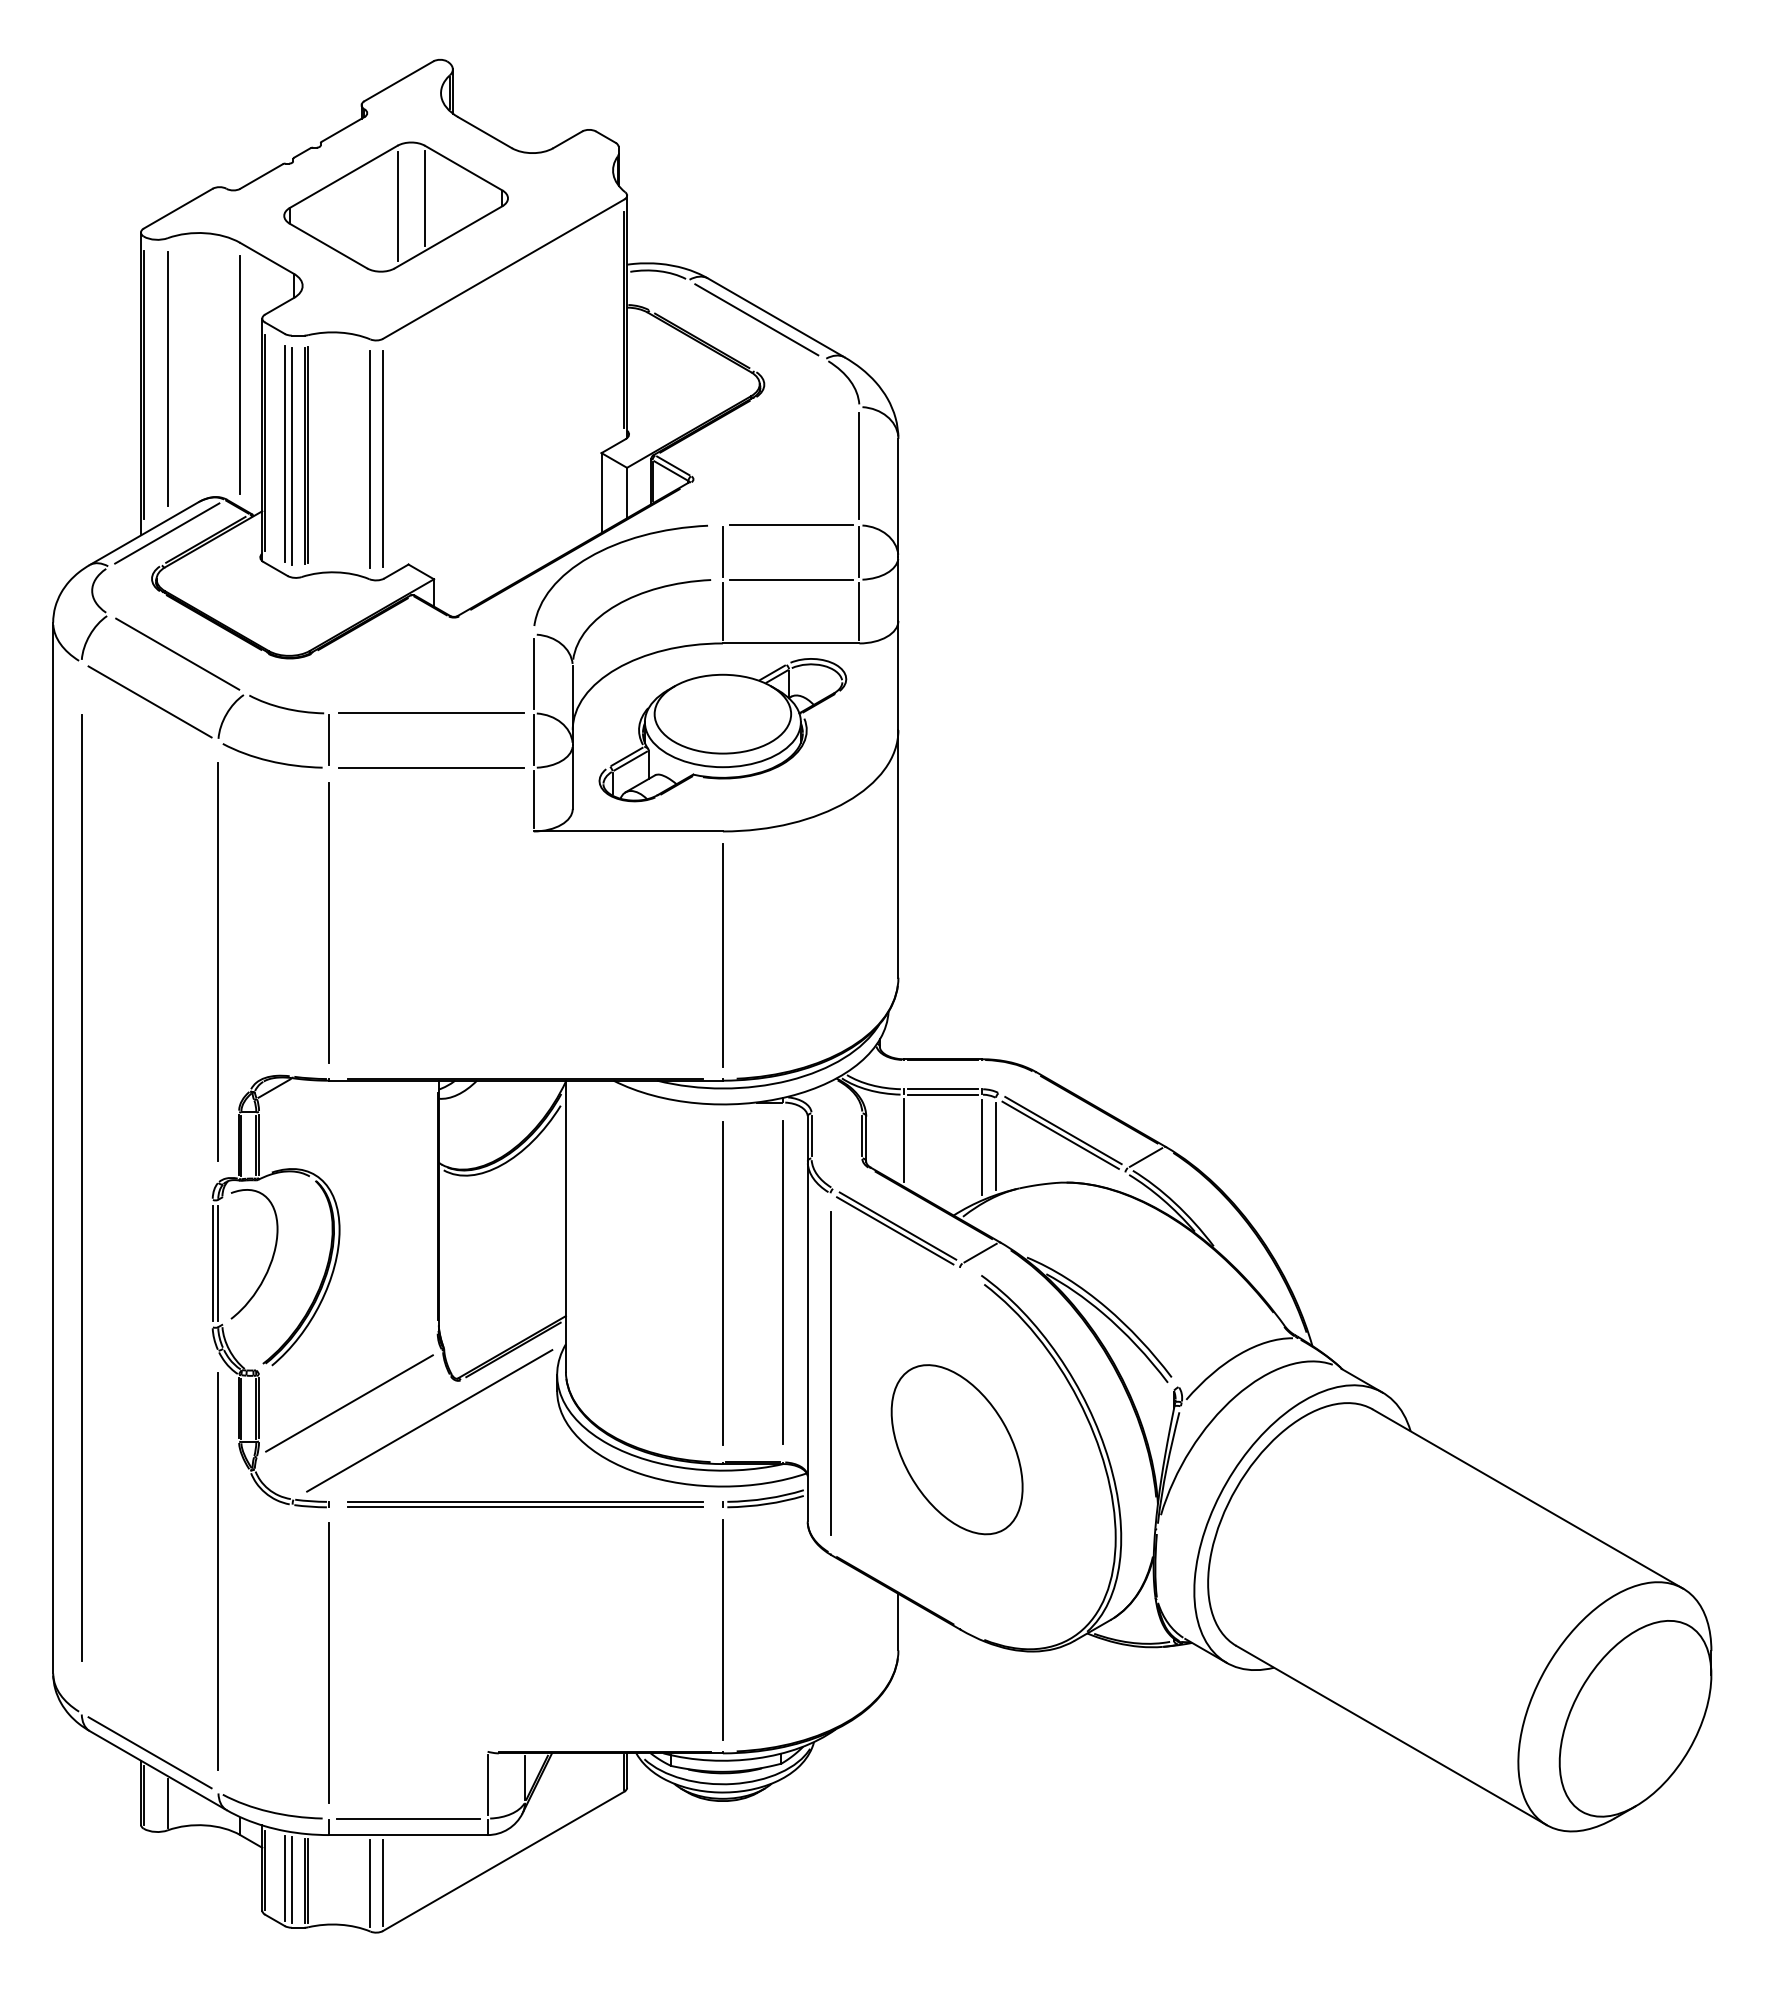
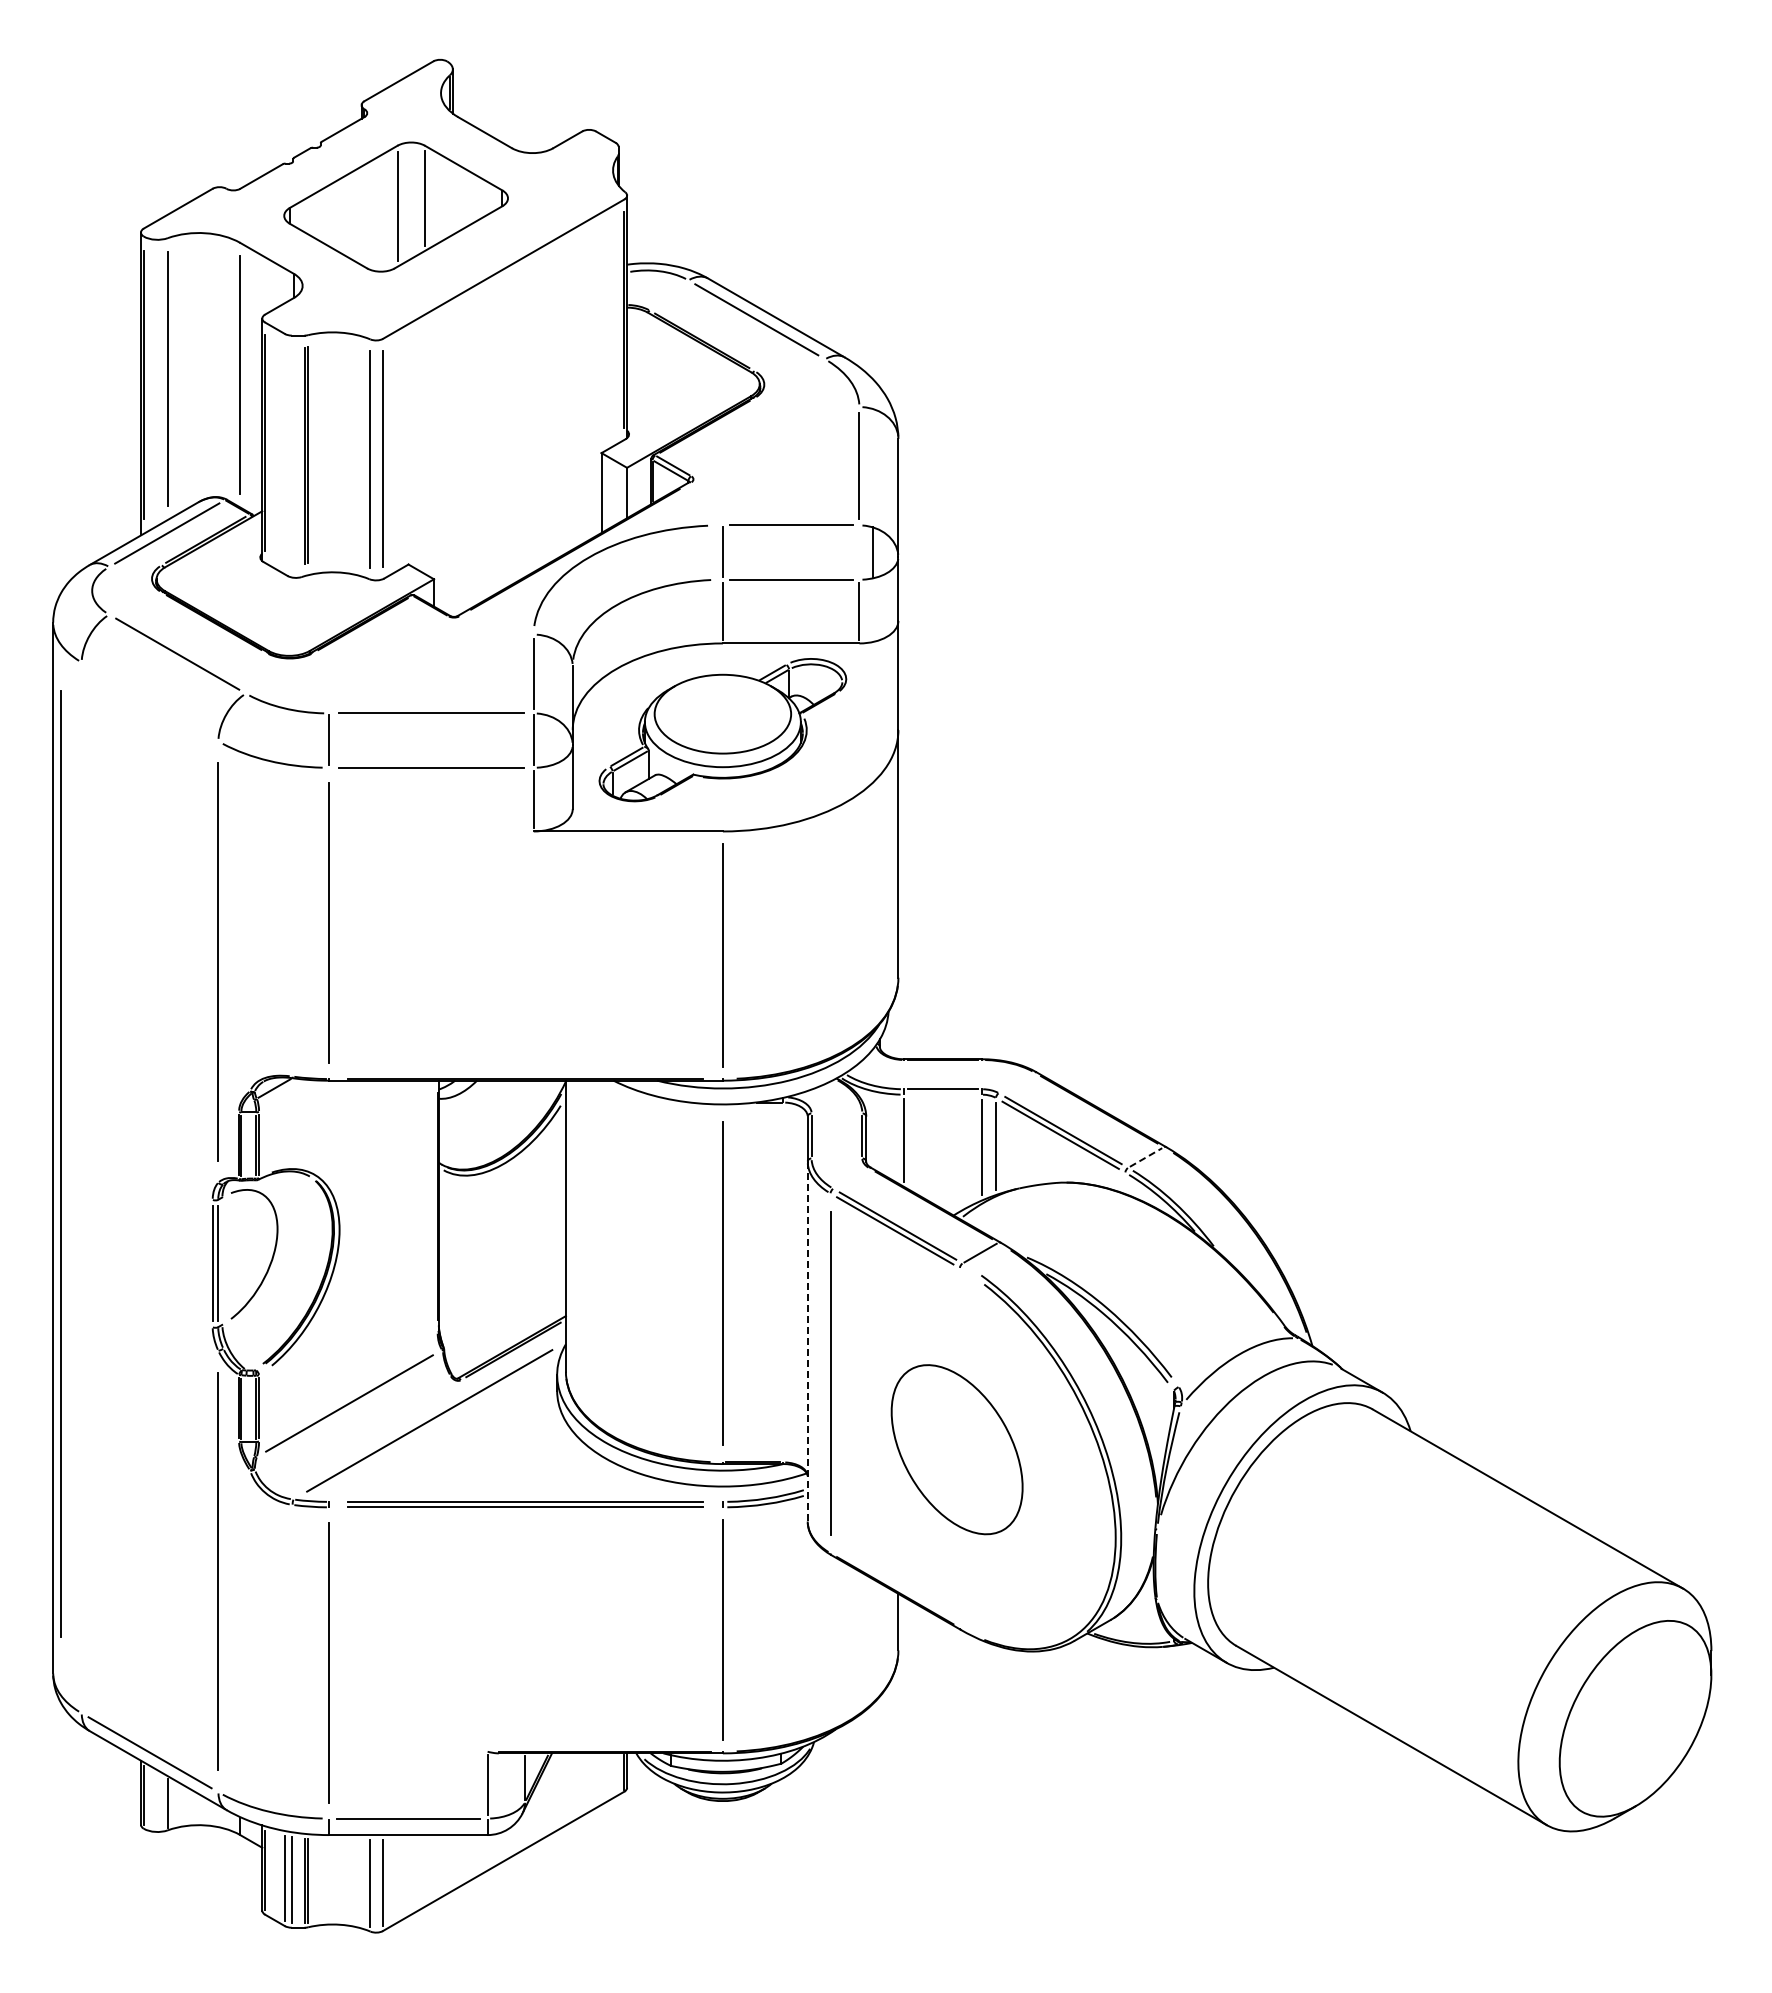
part at (288, 455): present -> none
line at (859, 552) position: (859, 552) -> (873, 552)
line at (149, 701): present -> none
line at (943, 1094): present -> none
line at (1146, 1157): solid -> dashed
line at (81, 1187) position: (81, 1187) -> (60, 1163)
line at (782, 1282): present -> none
line at (807, 1341): solid -> dashed
